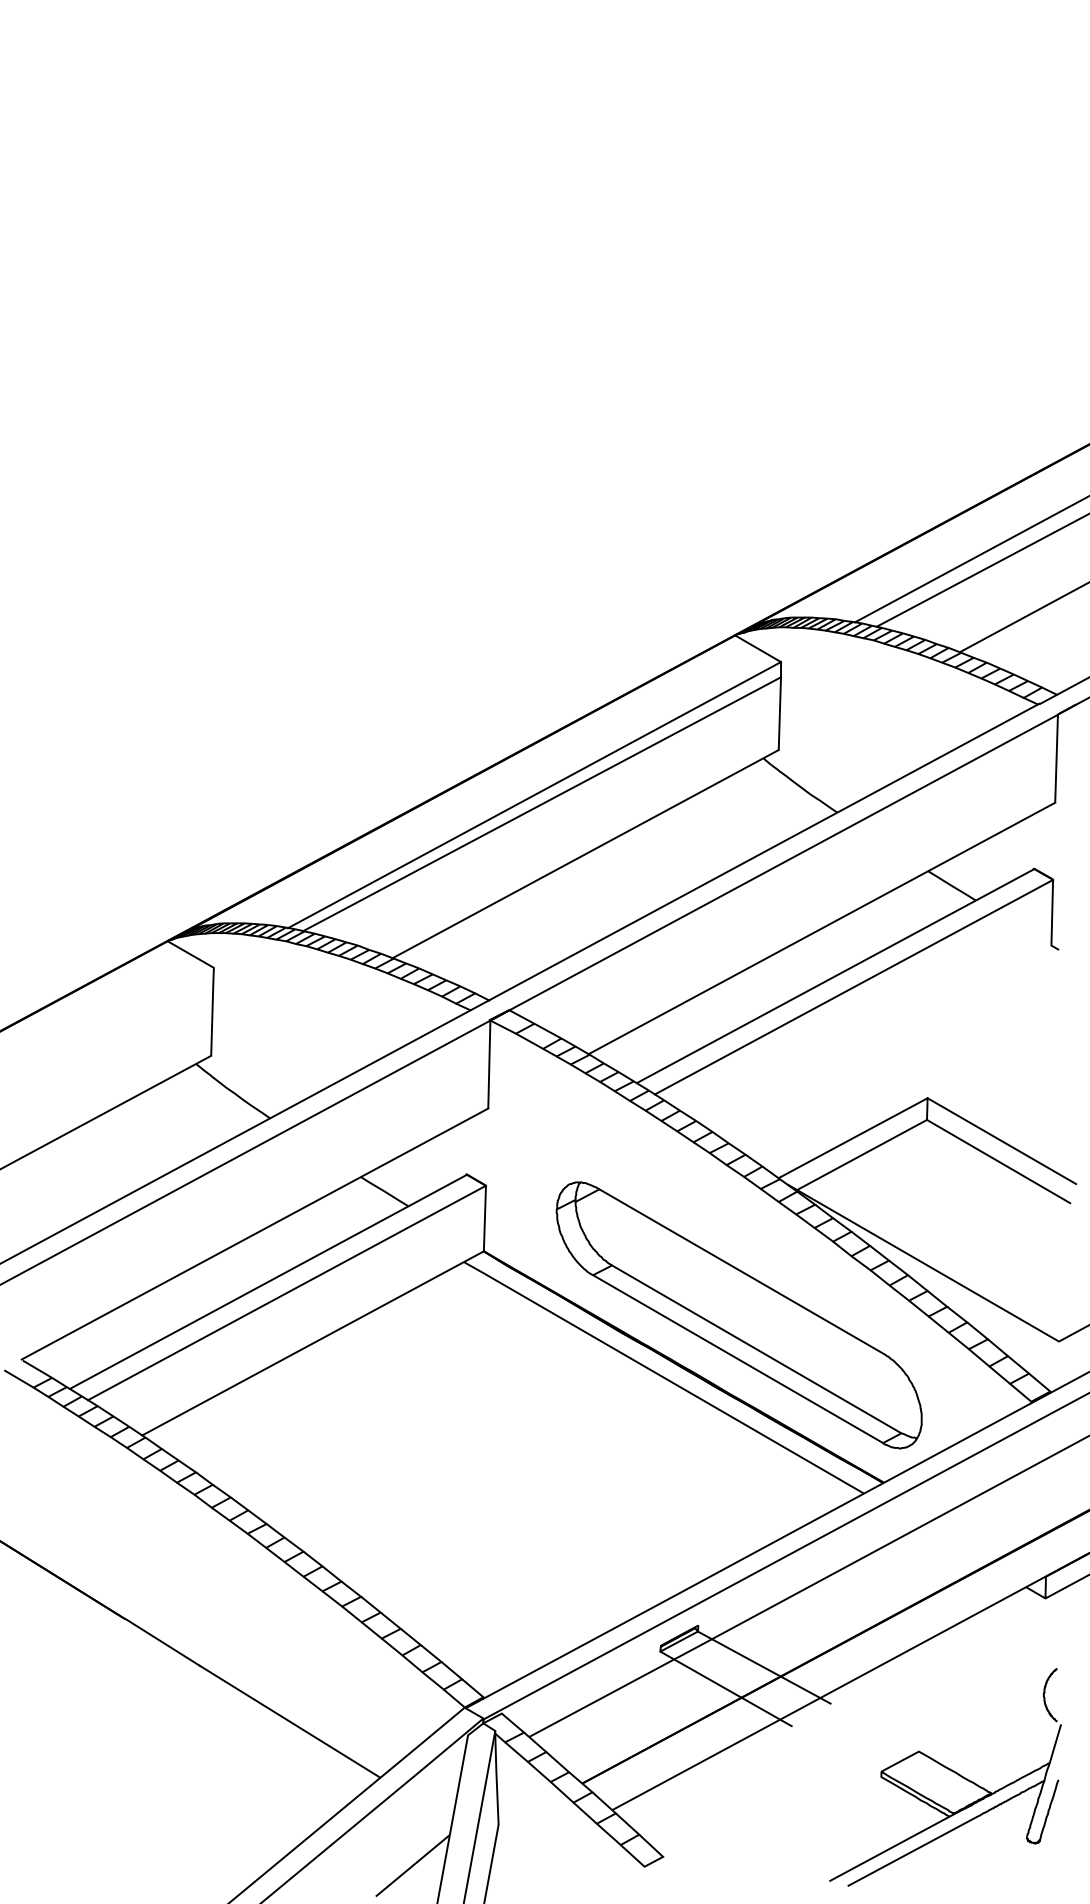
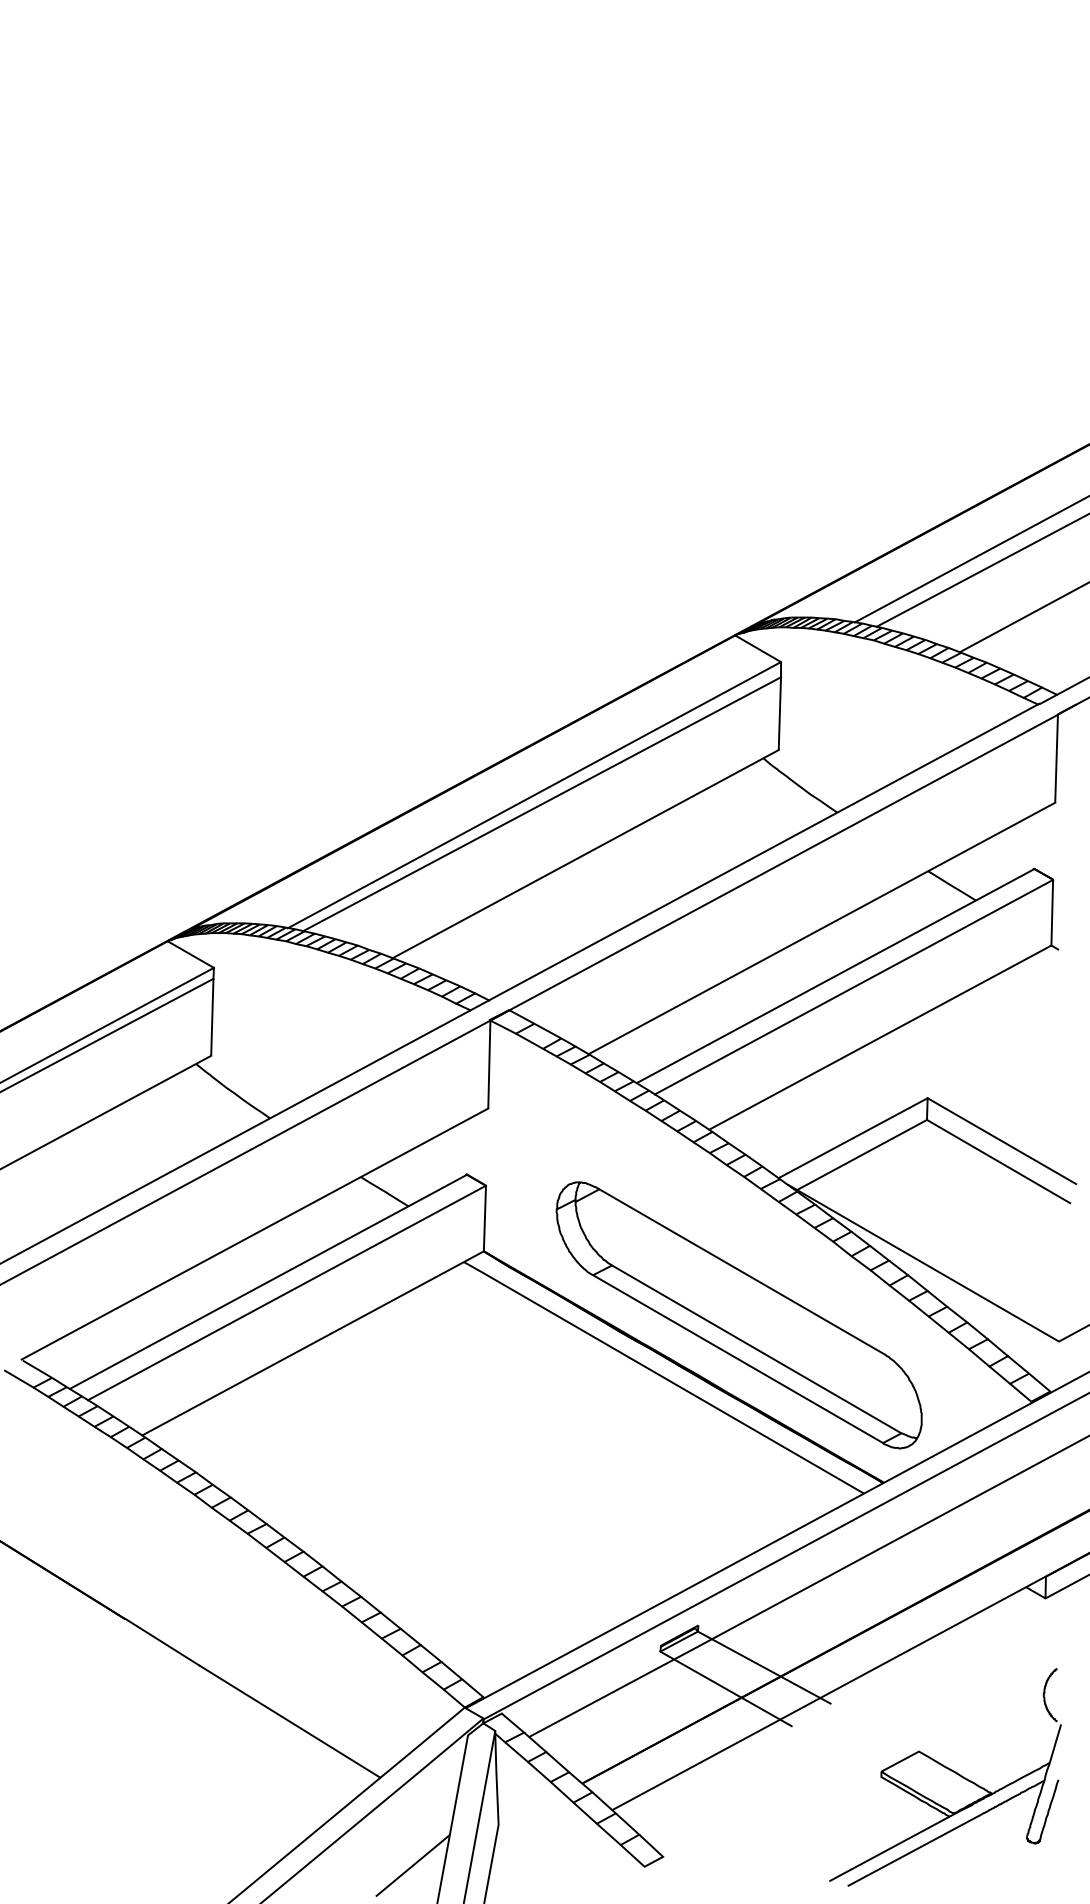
line at (107, 1024): none -> present
line at (107, 1034): none -> present
line at (880, 1037): none -> present
